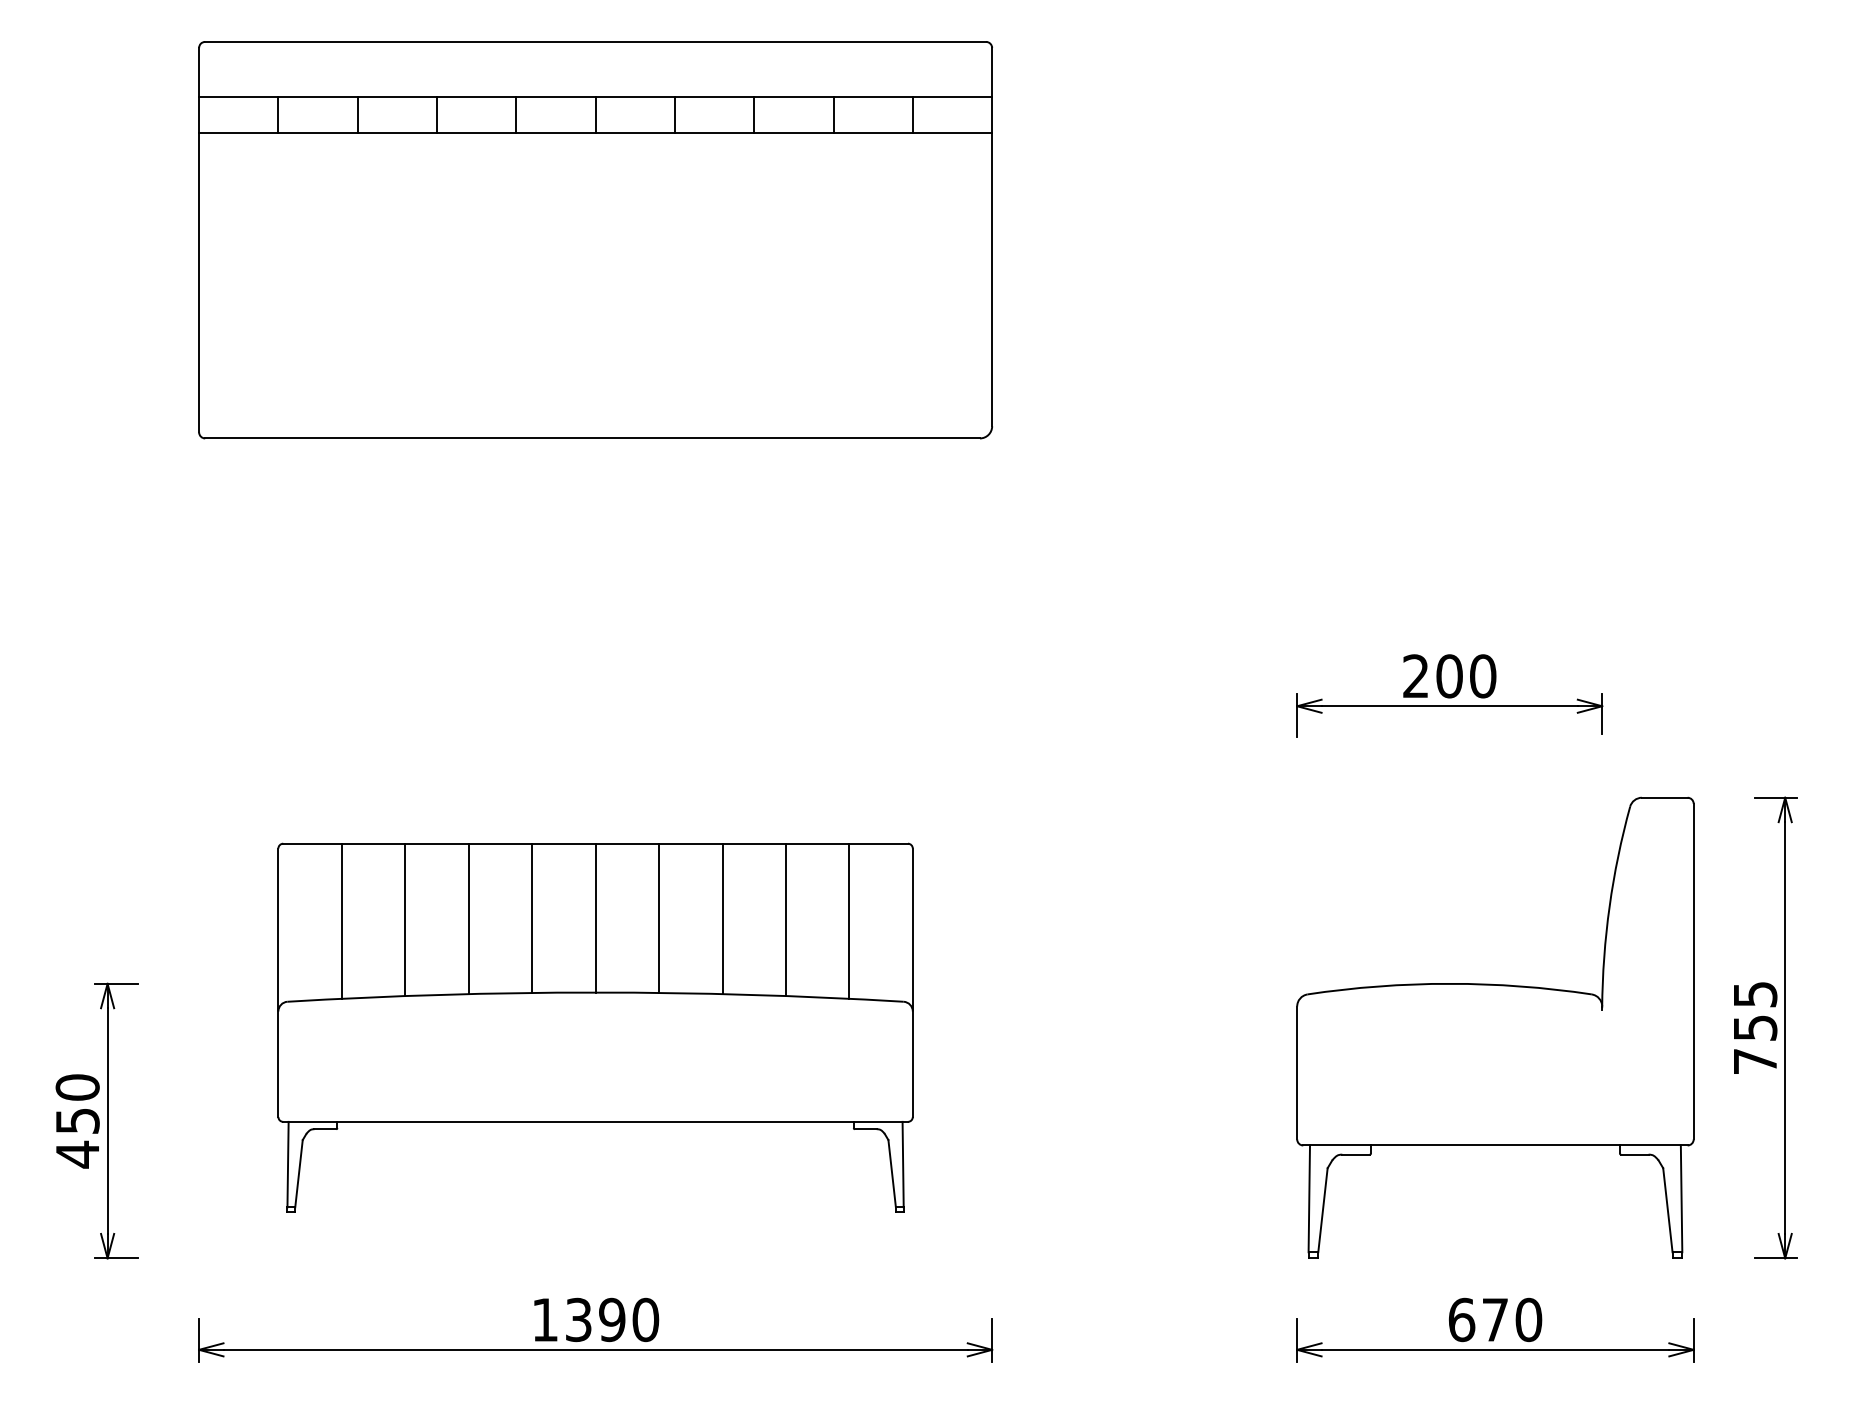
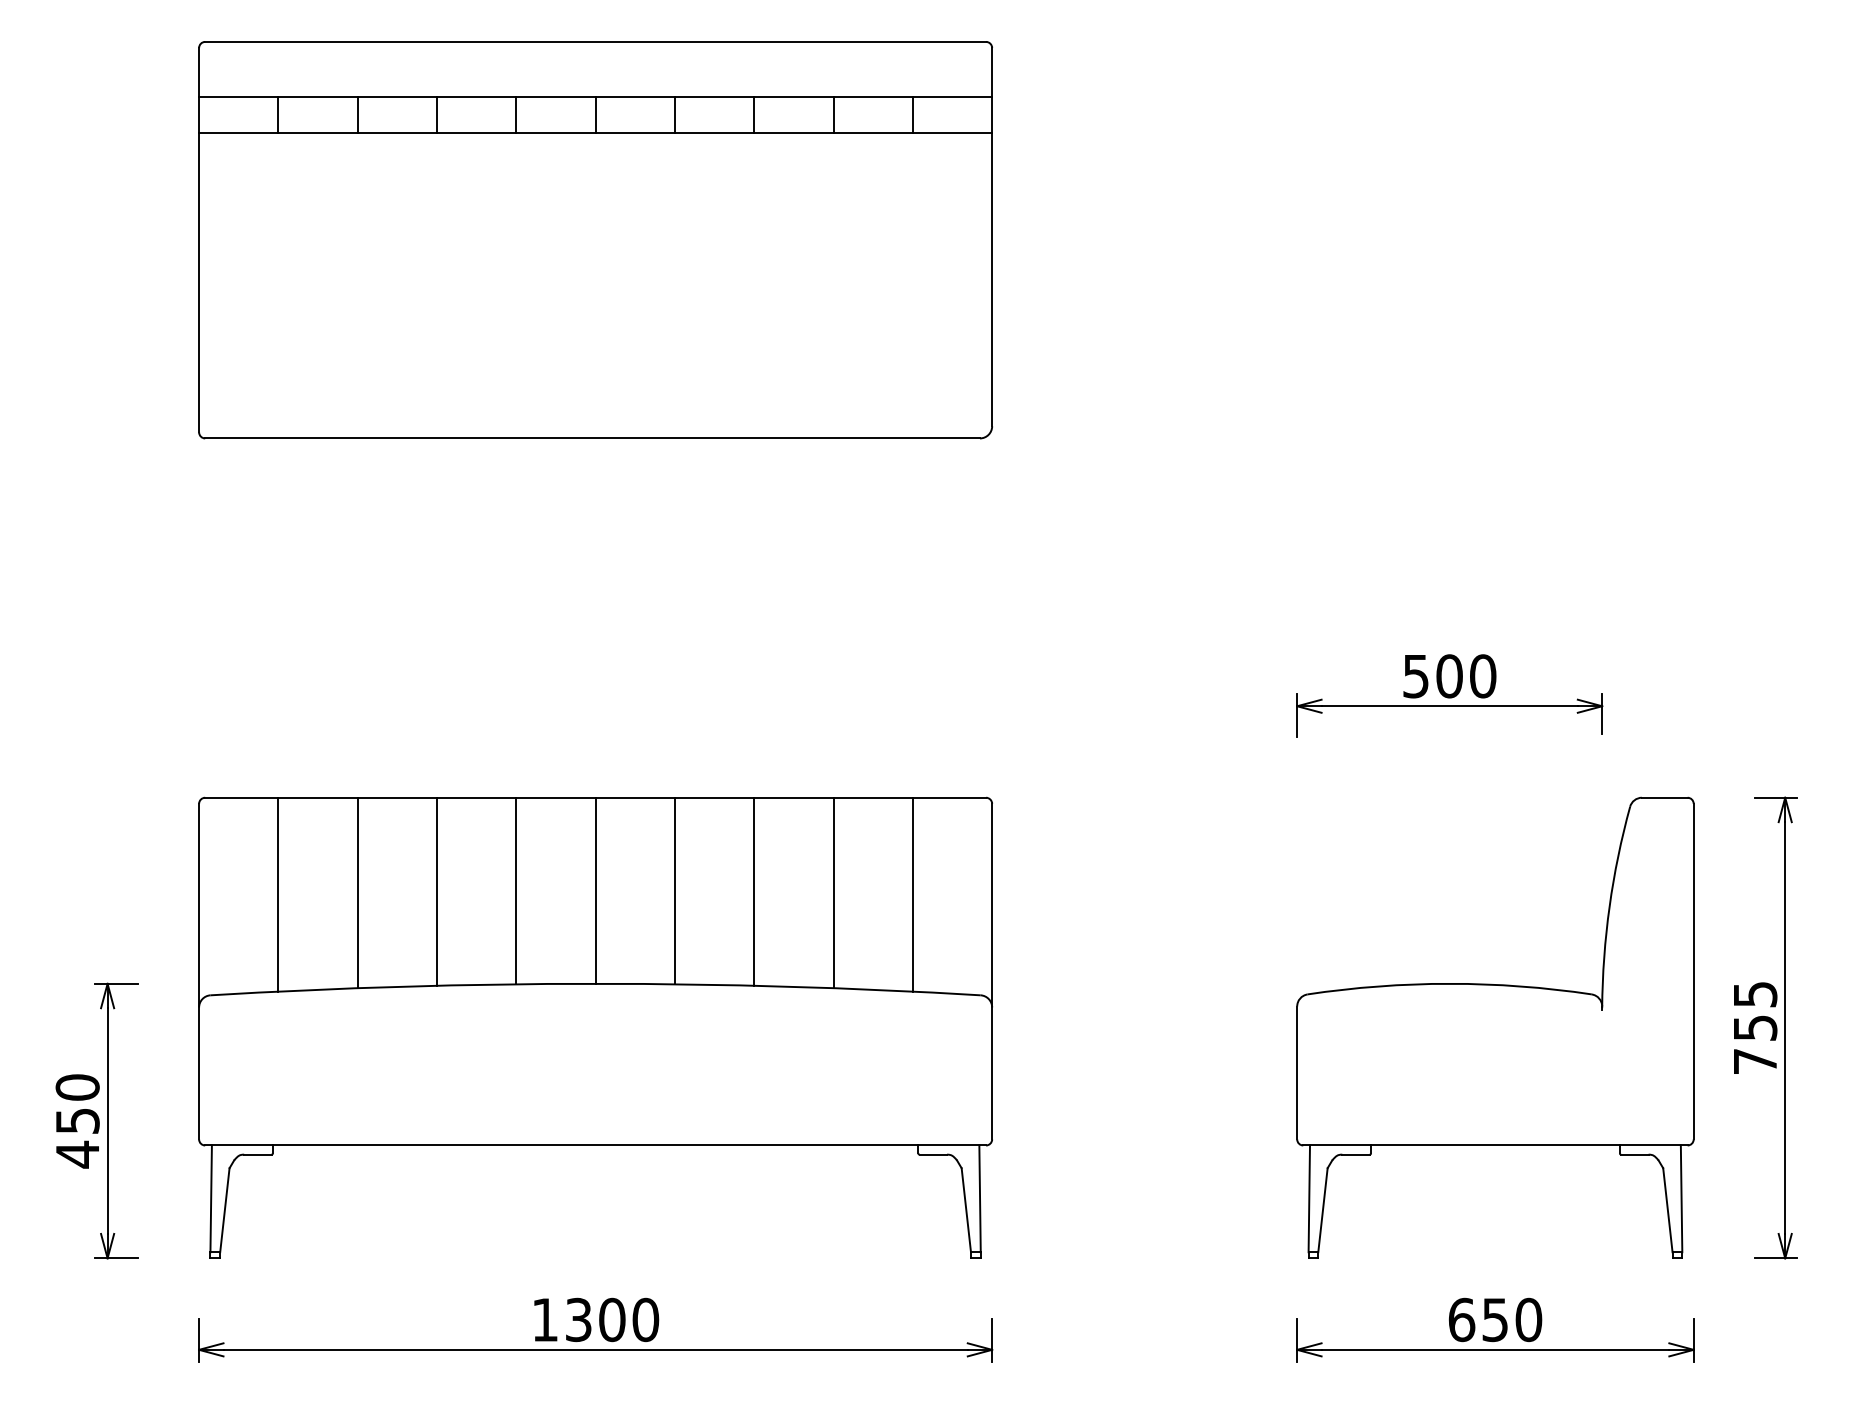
text at (1415, 676): 200 -> 500
part at (595, 1027) size: 637x371 px -> 795x463 px
text at (612, 1320): 1390 -> 1300
text at (1494, 1320): 670 -> 650
